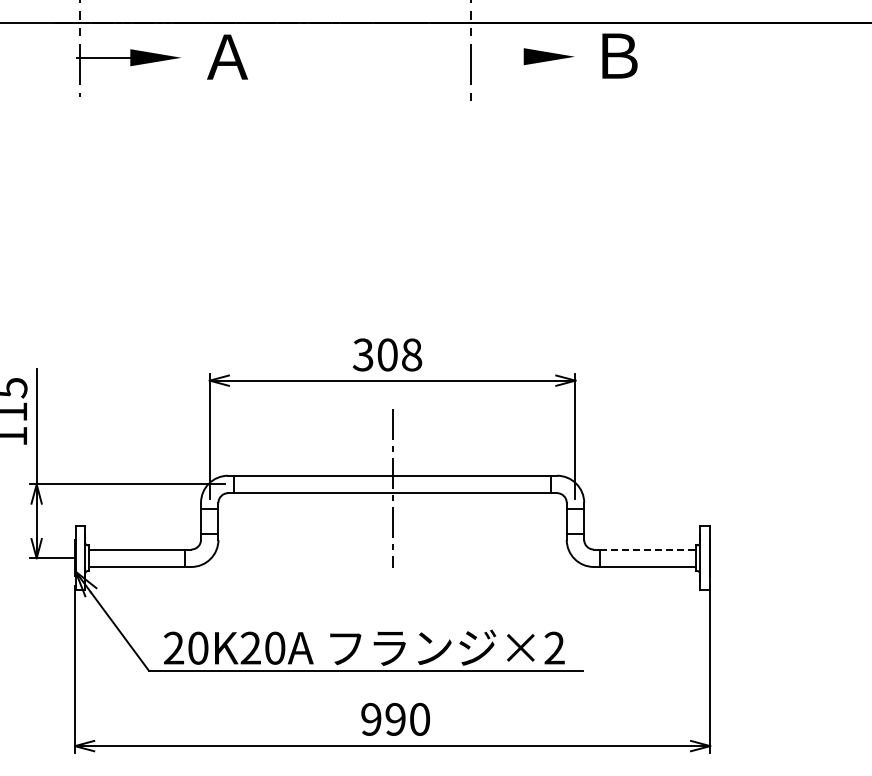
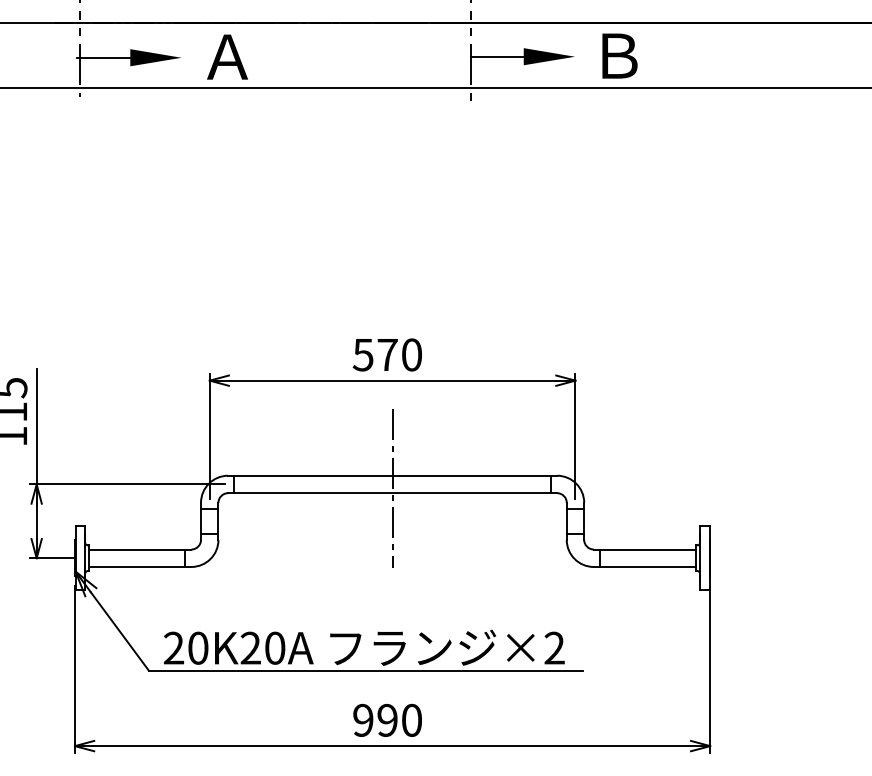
line at (496, 56): none -> present
line at (435, 87): none -> present
text at (387, 354): 308 -> 570
line at (648, 549): dashed -> solid
text at (395, 718) position: (395, 718) -> (387, 719)
